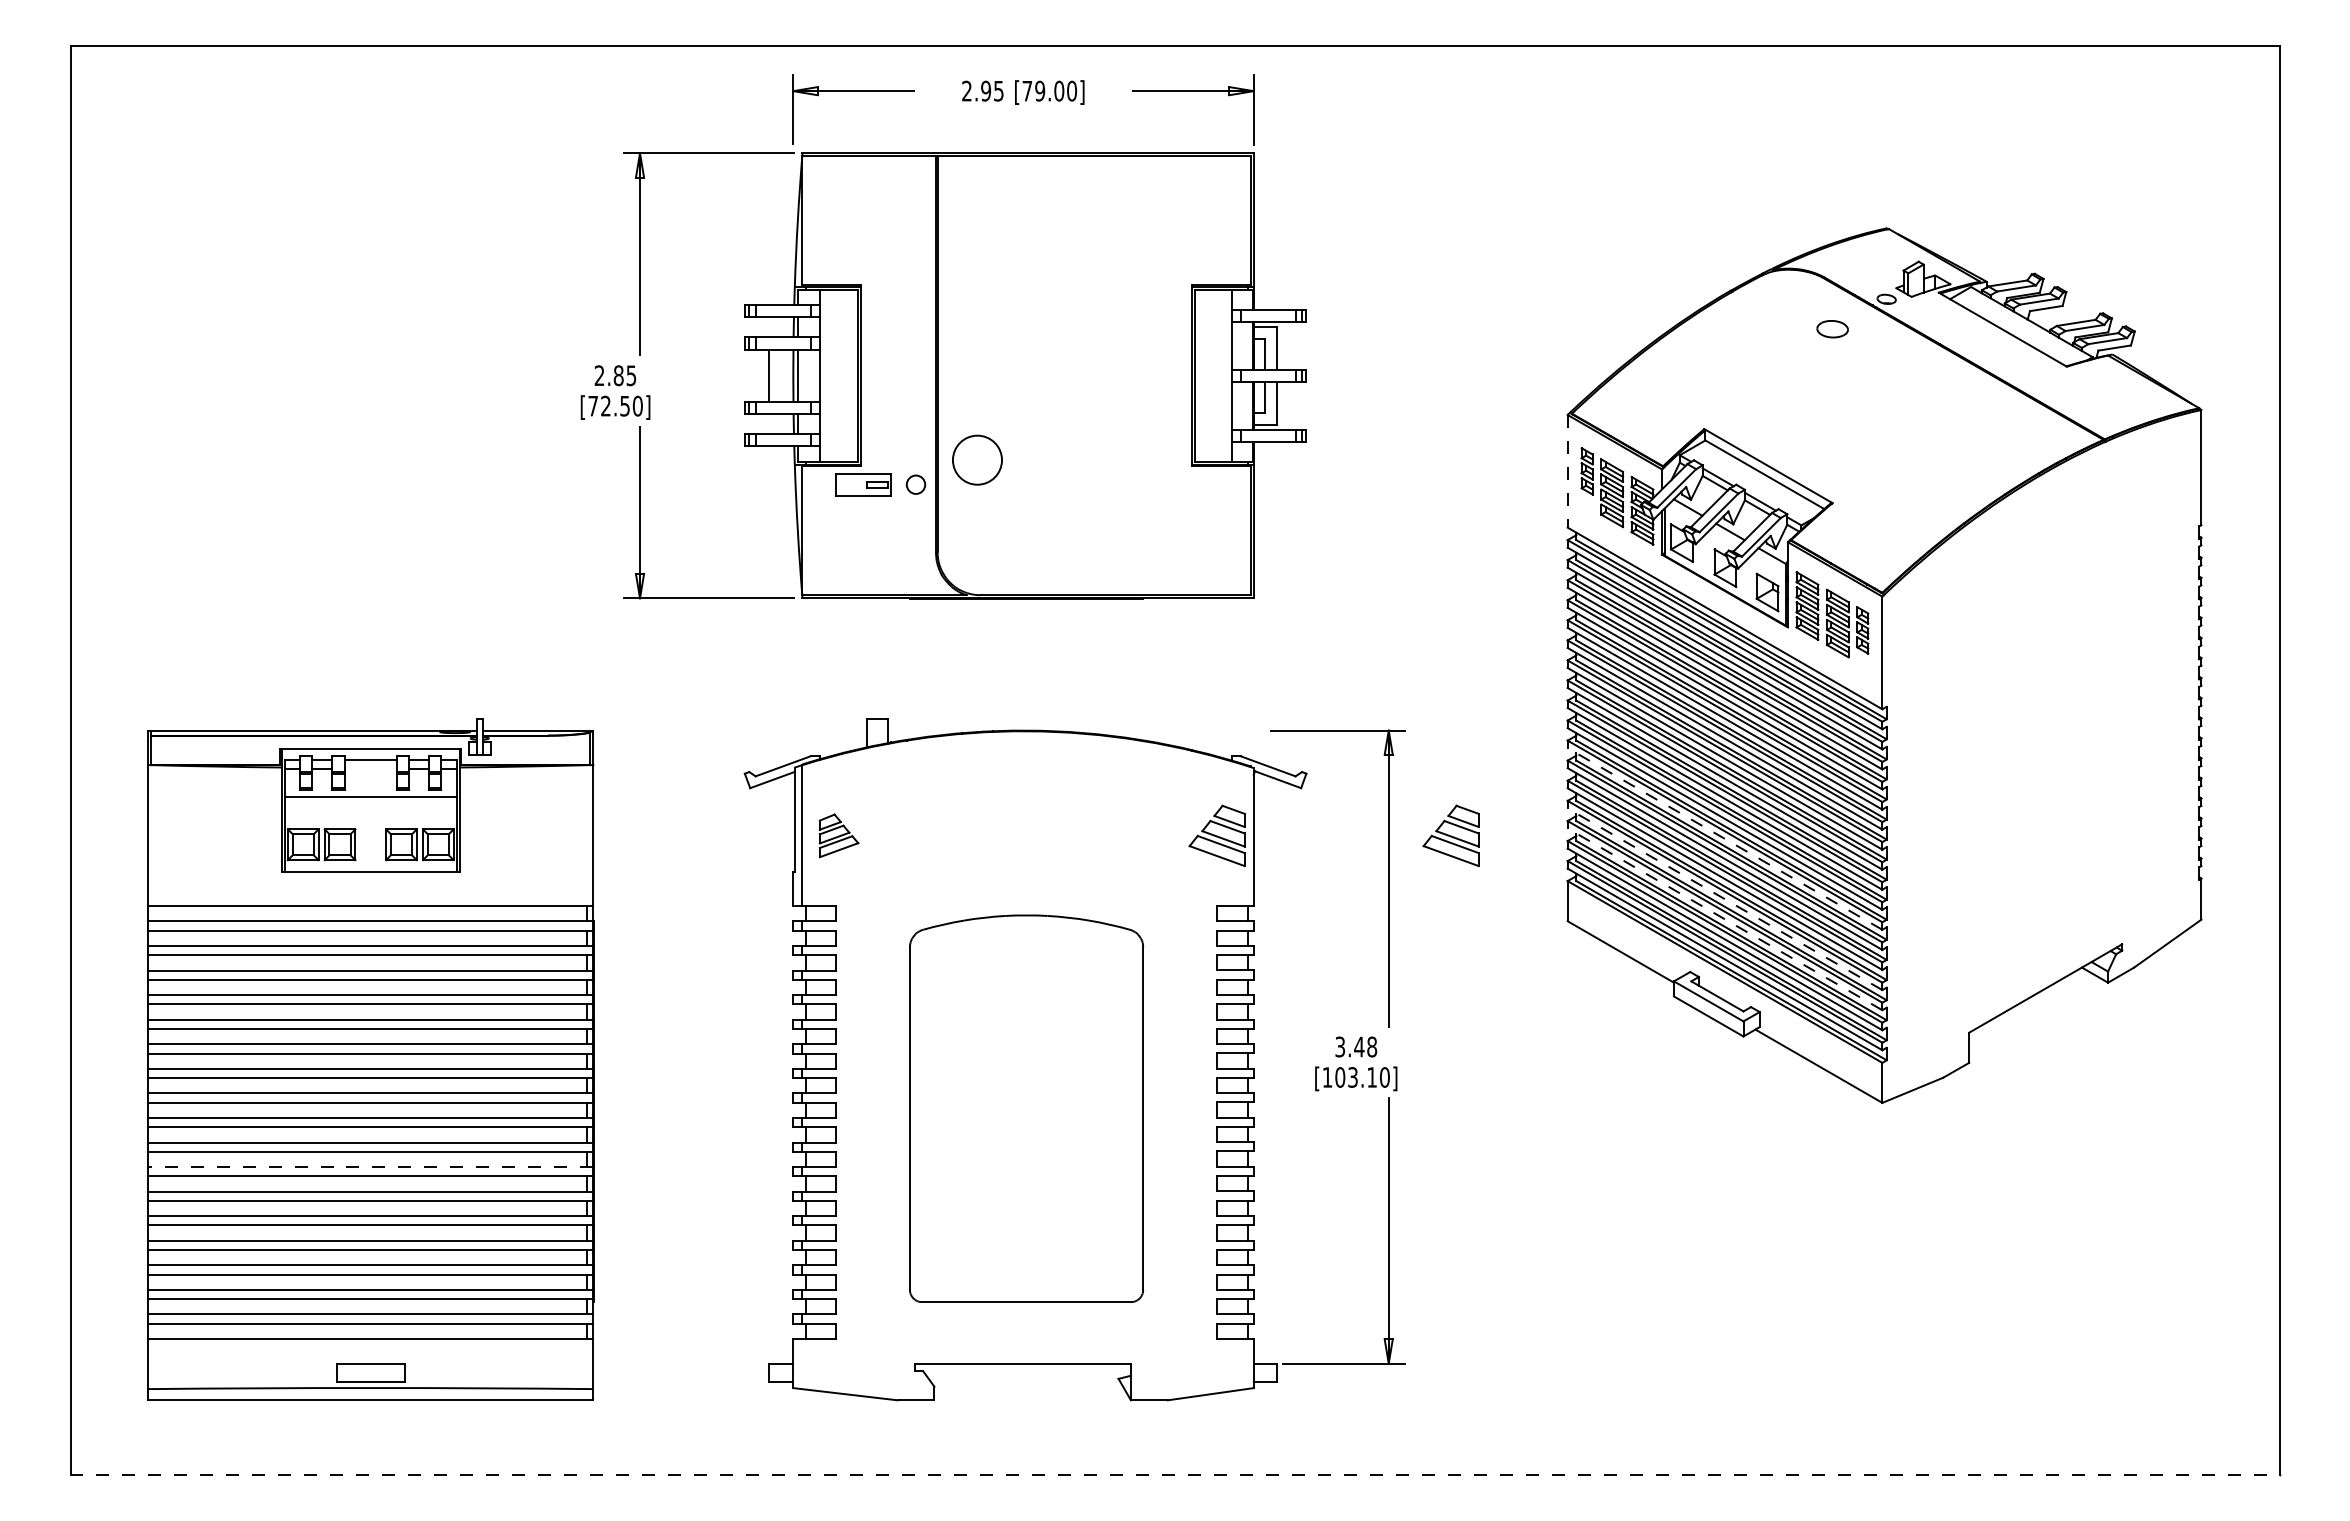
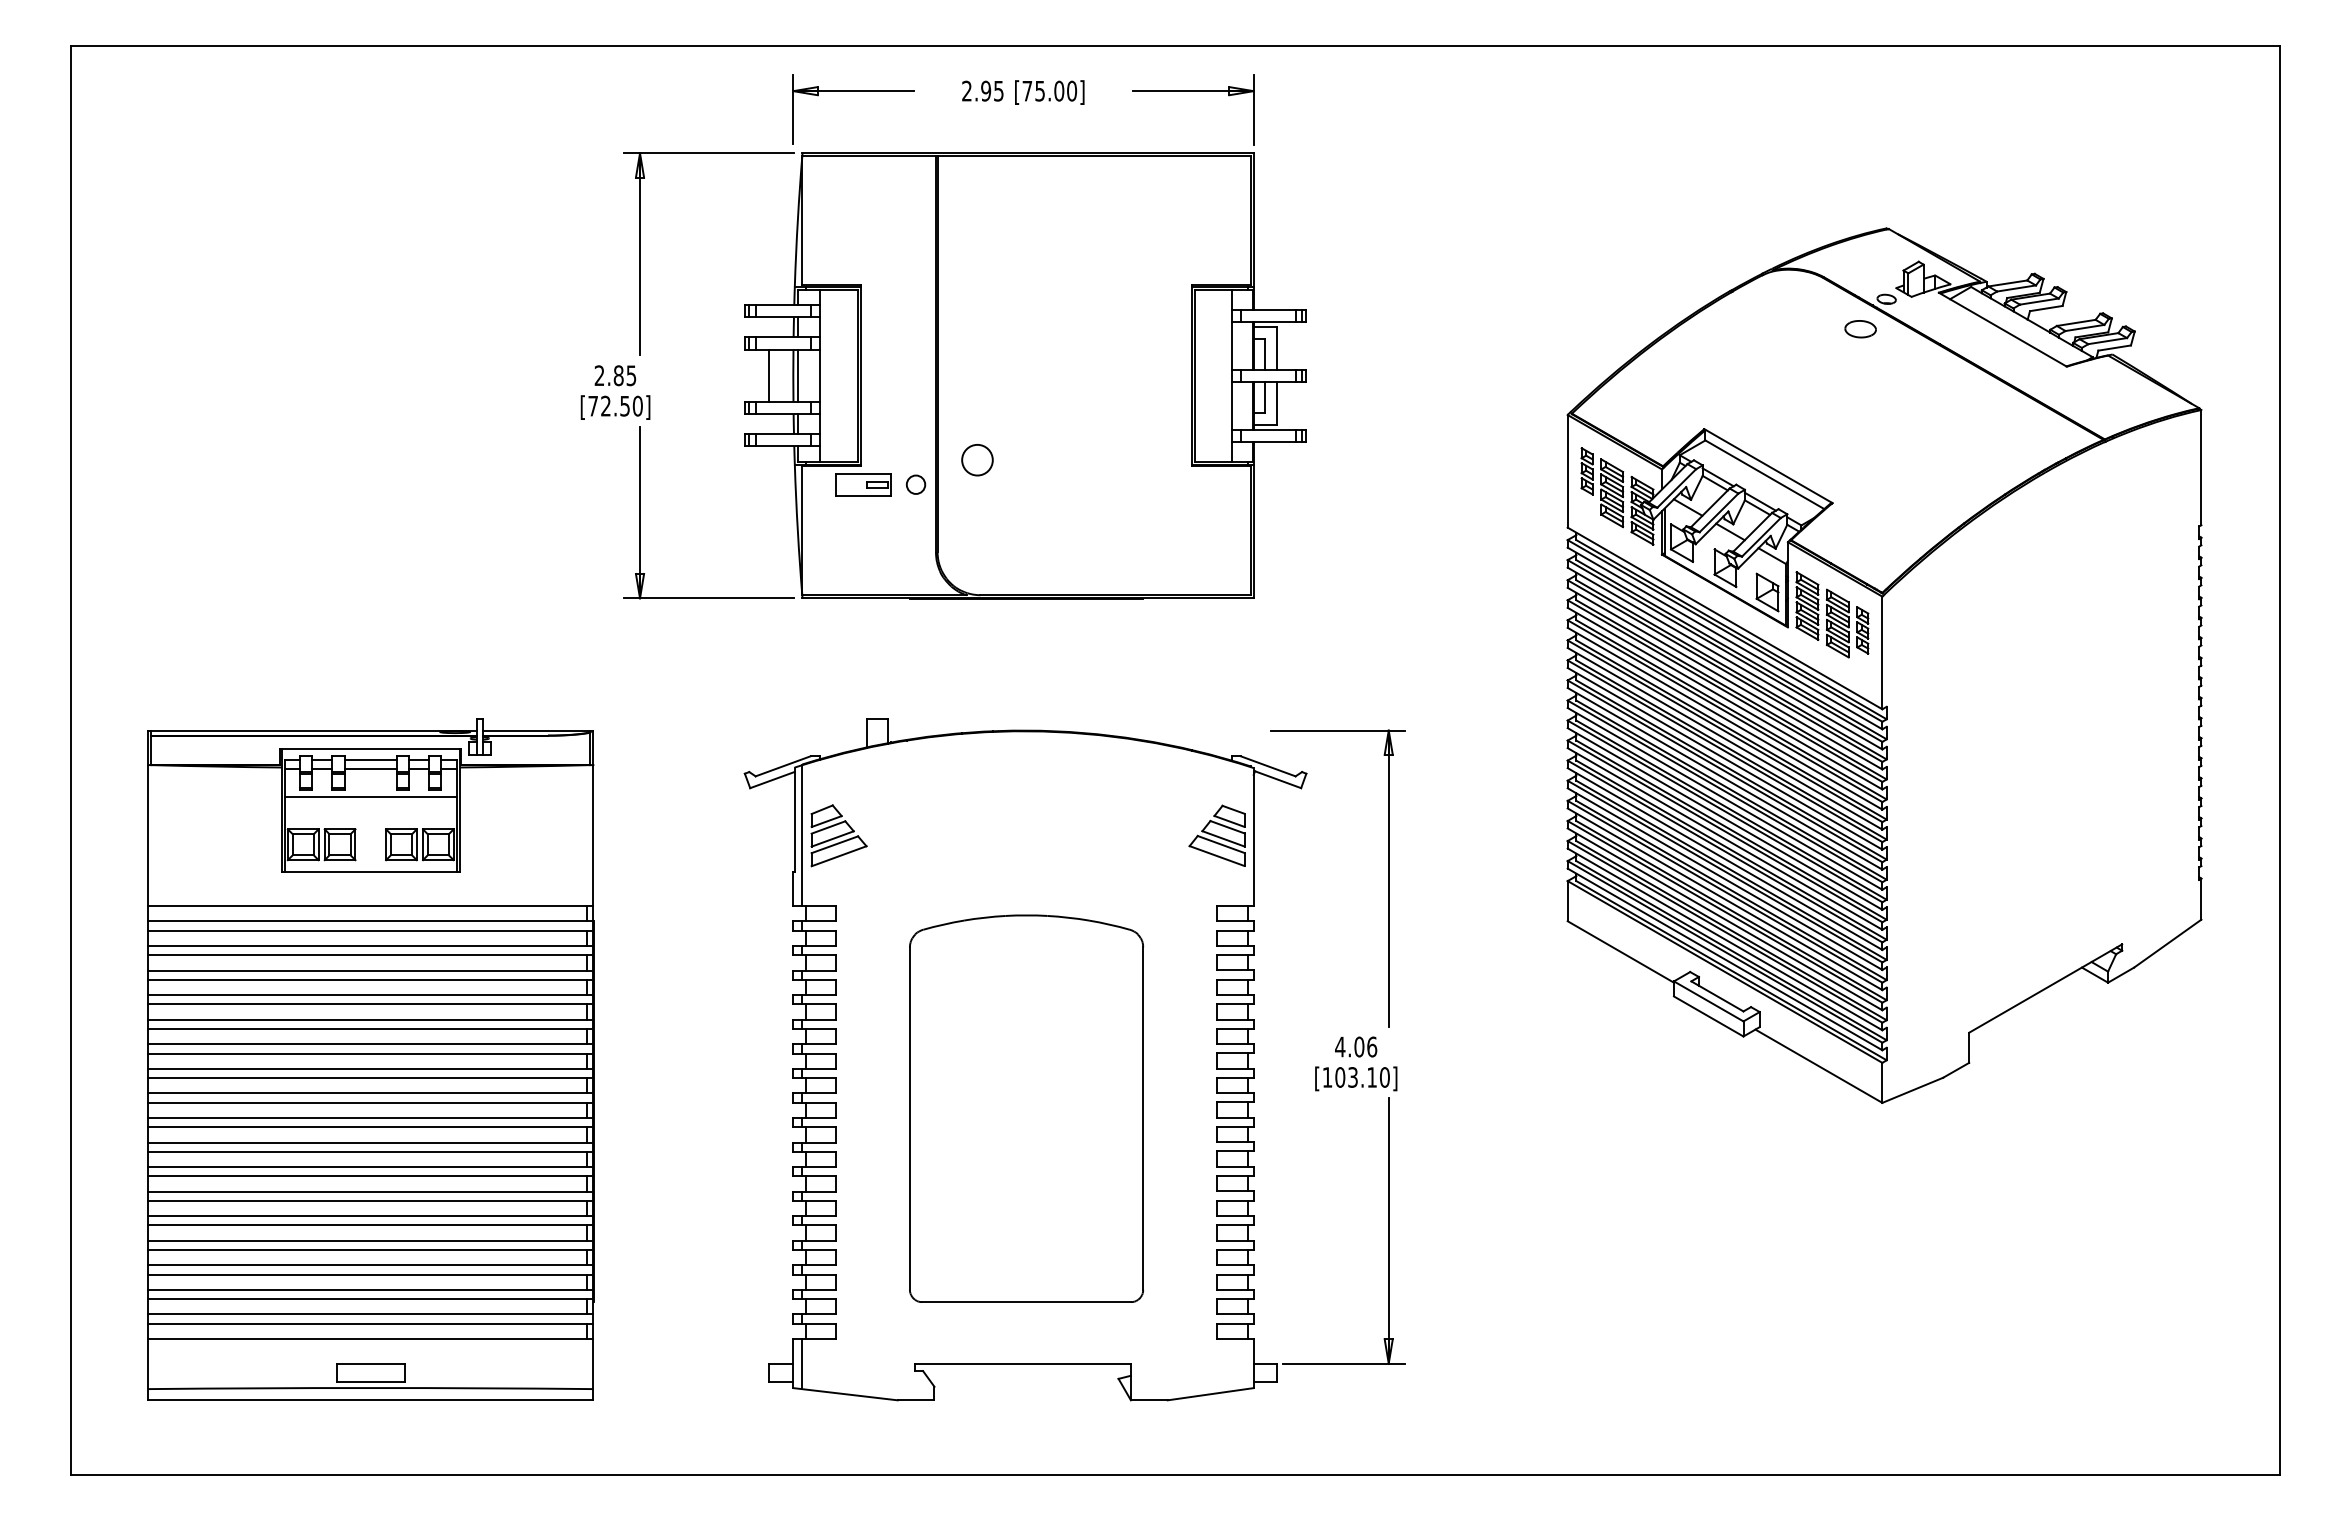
text at (1040, 90): [79.00] -> [75.00]
part at (1832, 329) position: (1832, 329) -> (1860, 329)
circle at (977, 459) diameter: 49 px -> 31 px
line at (1567, 471): dashed -> solid
line at (370, 769): none -> present
part at (838, 835) size: 42x46 px -> 58x64 px
part at (1450, 835): present -> none
line at (1725, 838): dashed -> solid
line at (1725, 899): dashed -> solid
line at (1725, 919): dashed -> solid
text at (1356, 1046): 3.48 -> 4.06
line at (370, 1167): dashed -> solid
line at (802, 1363): none -> present
line at (1175, 1475): dashed -> solid
